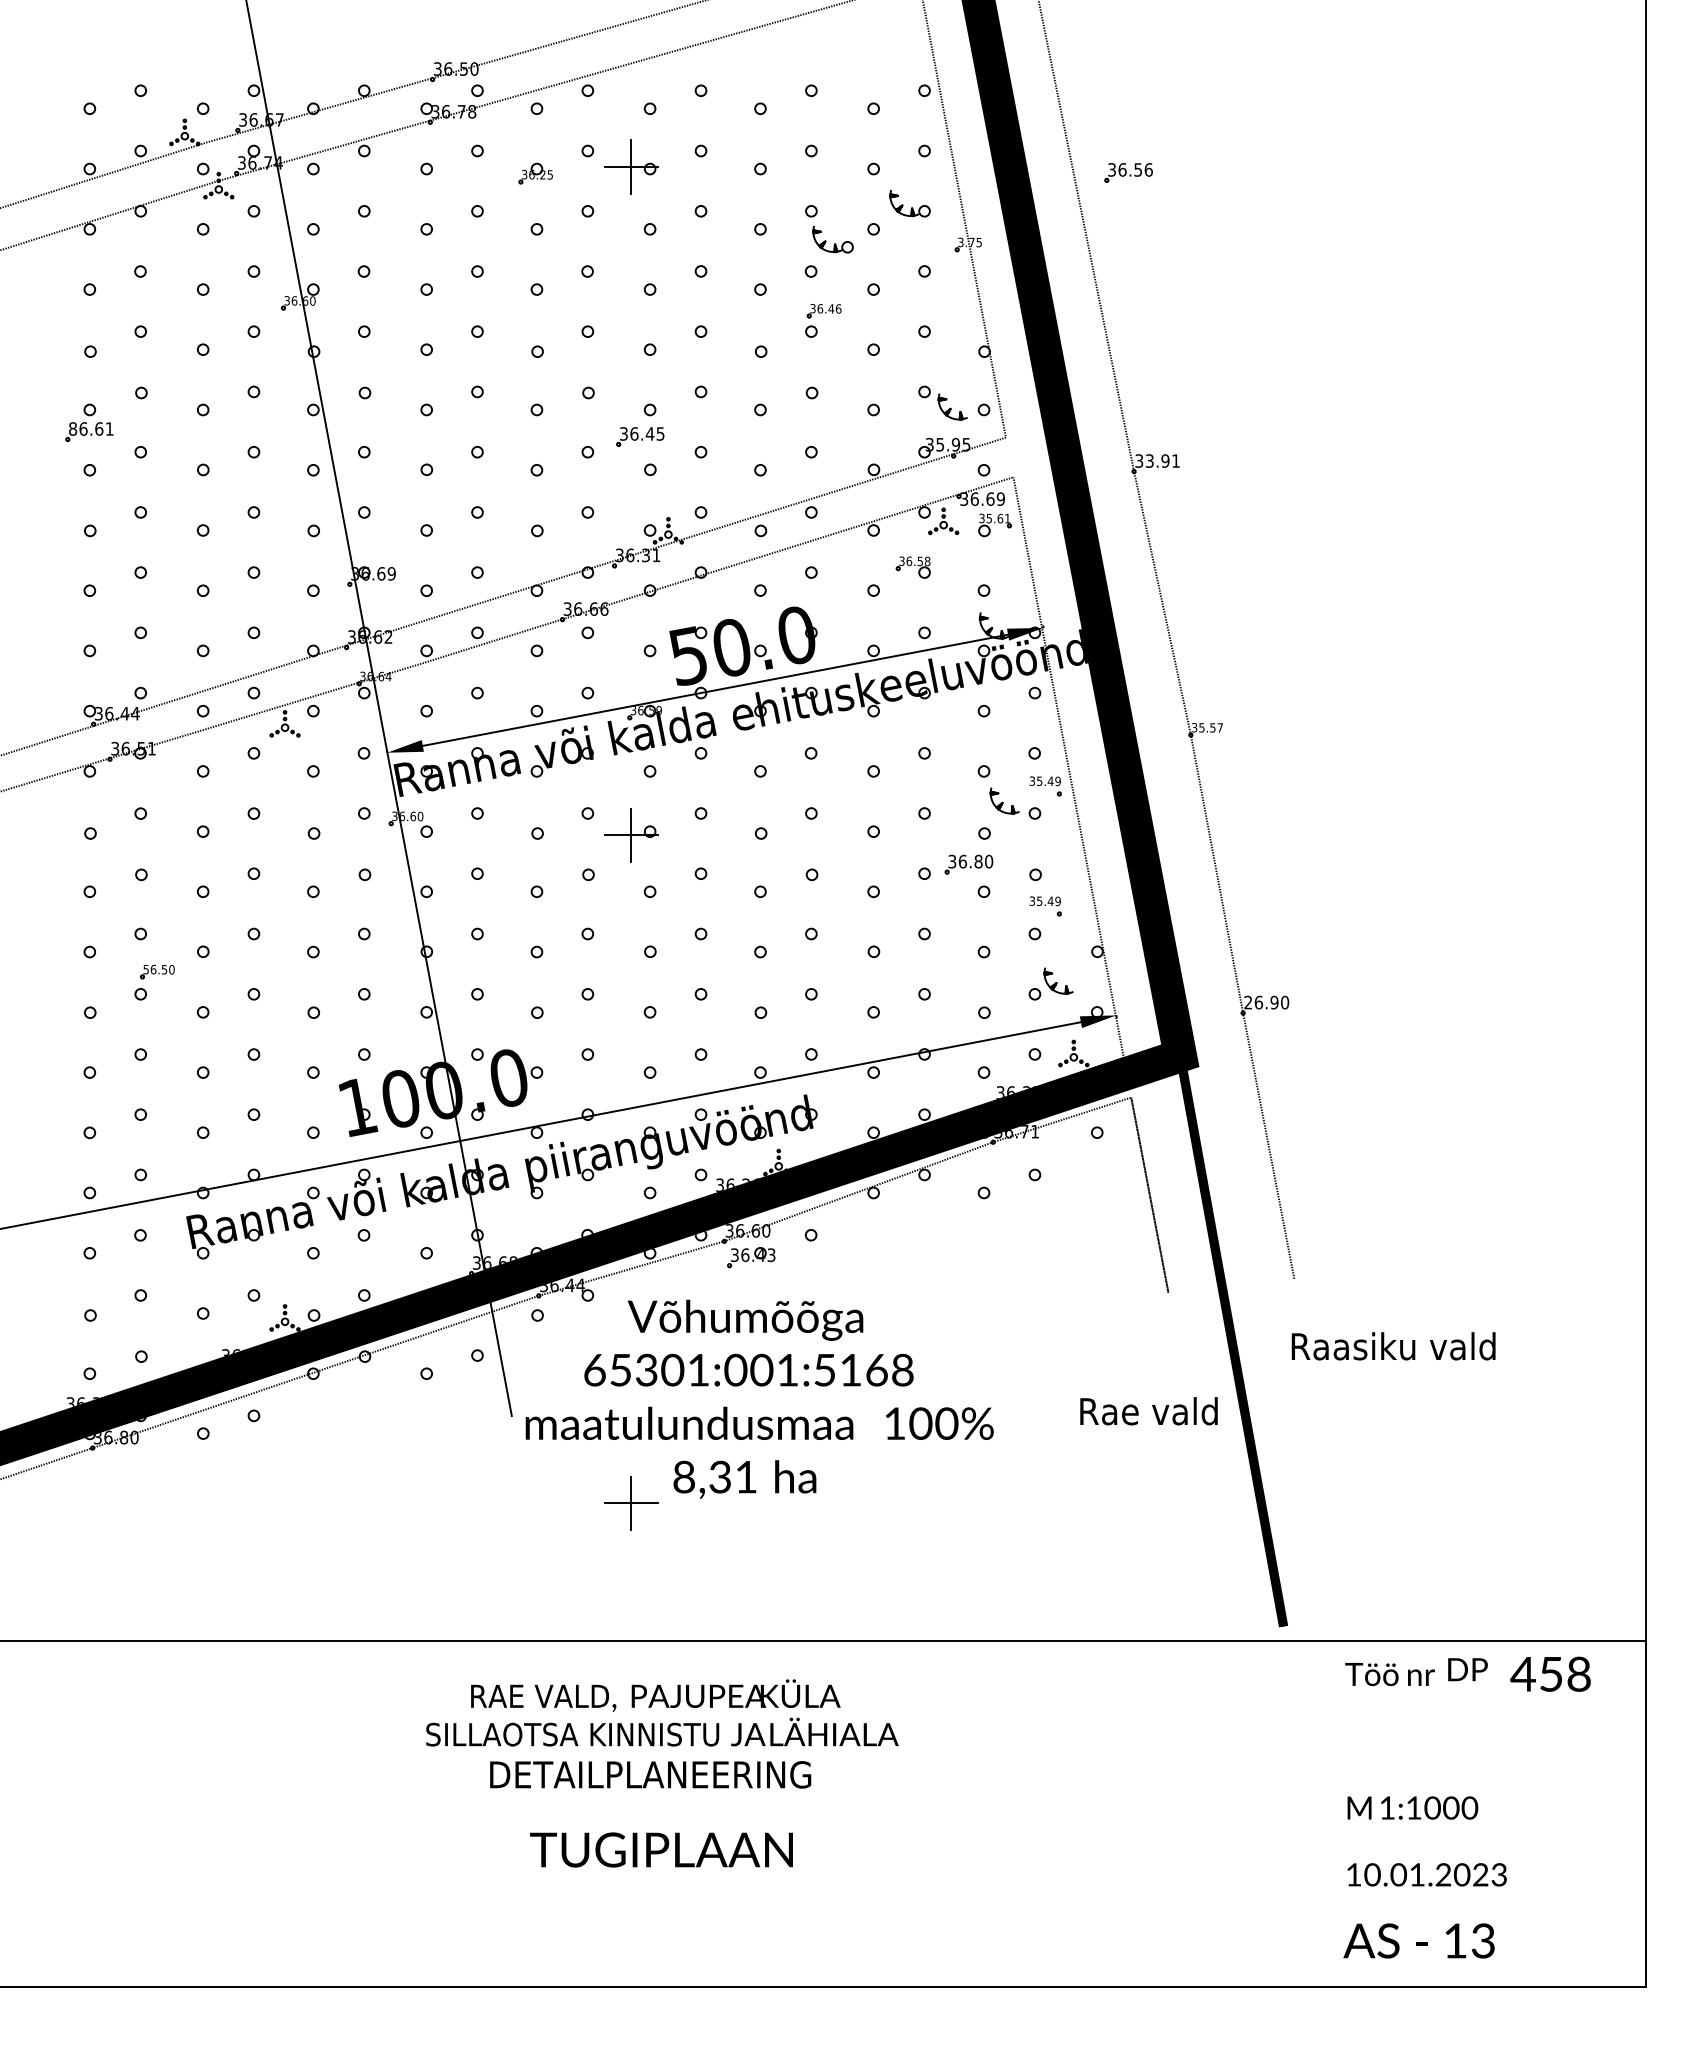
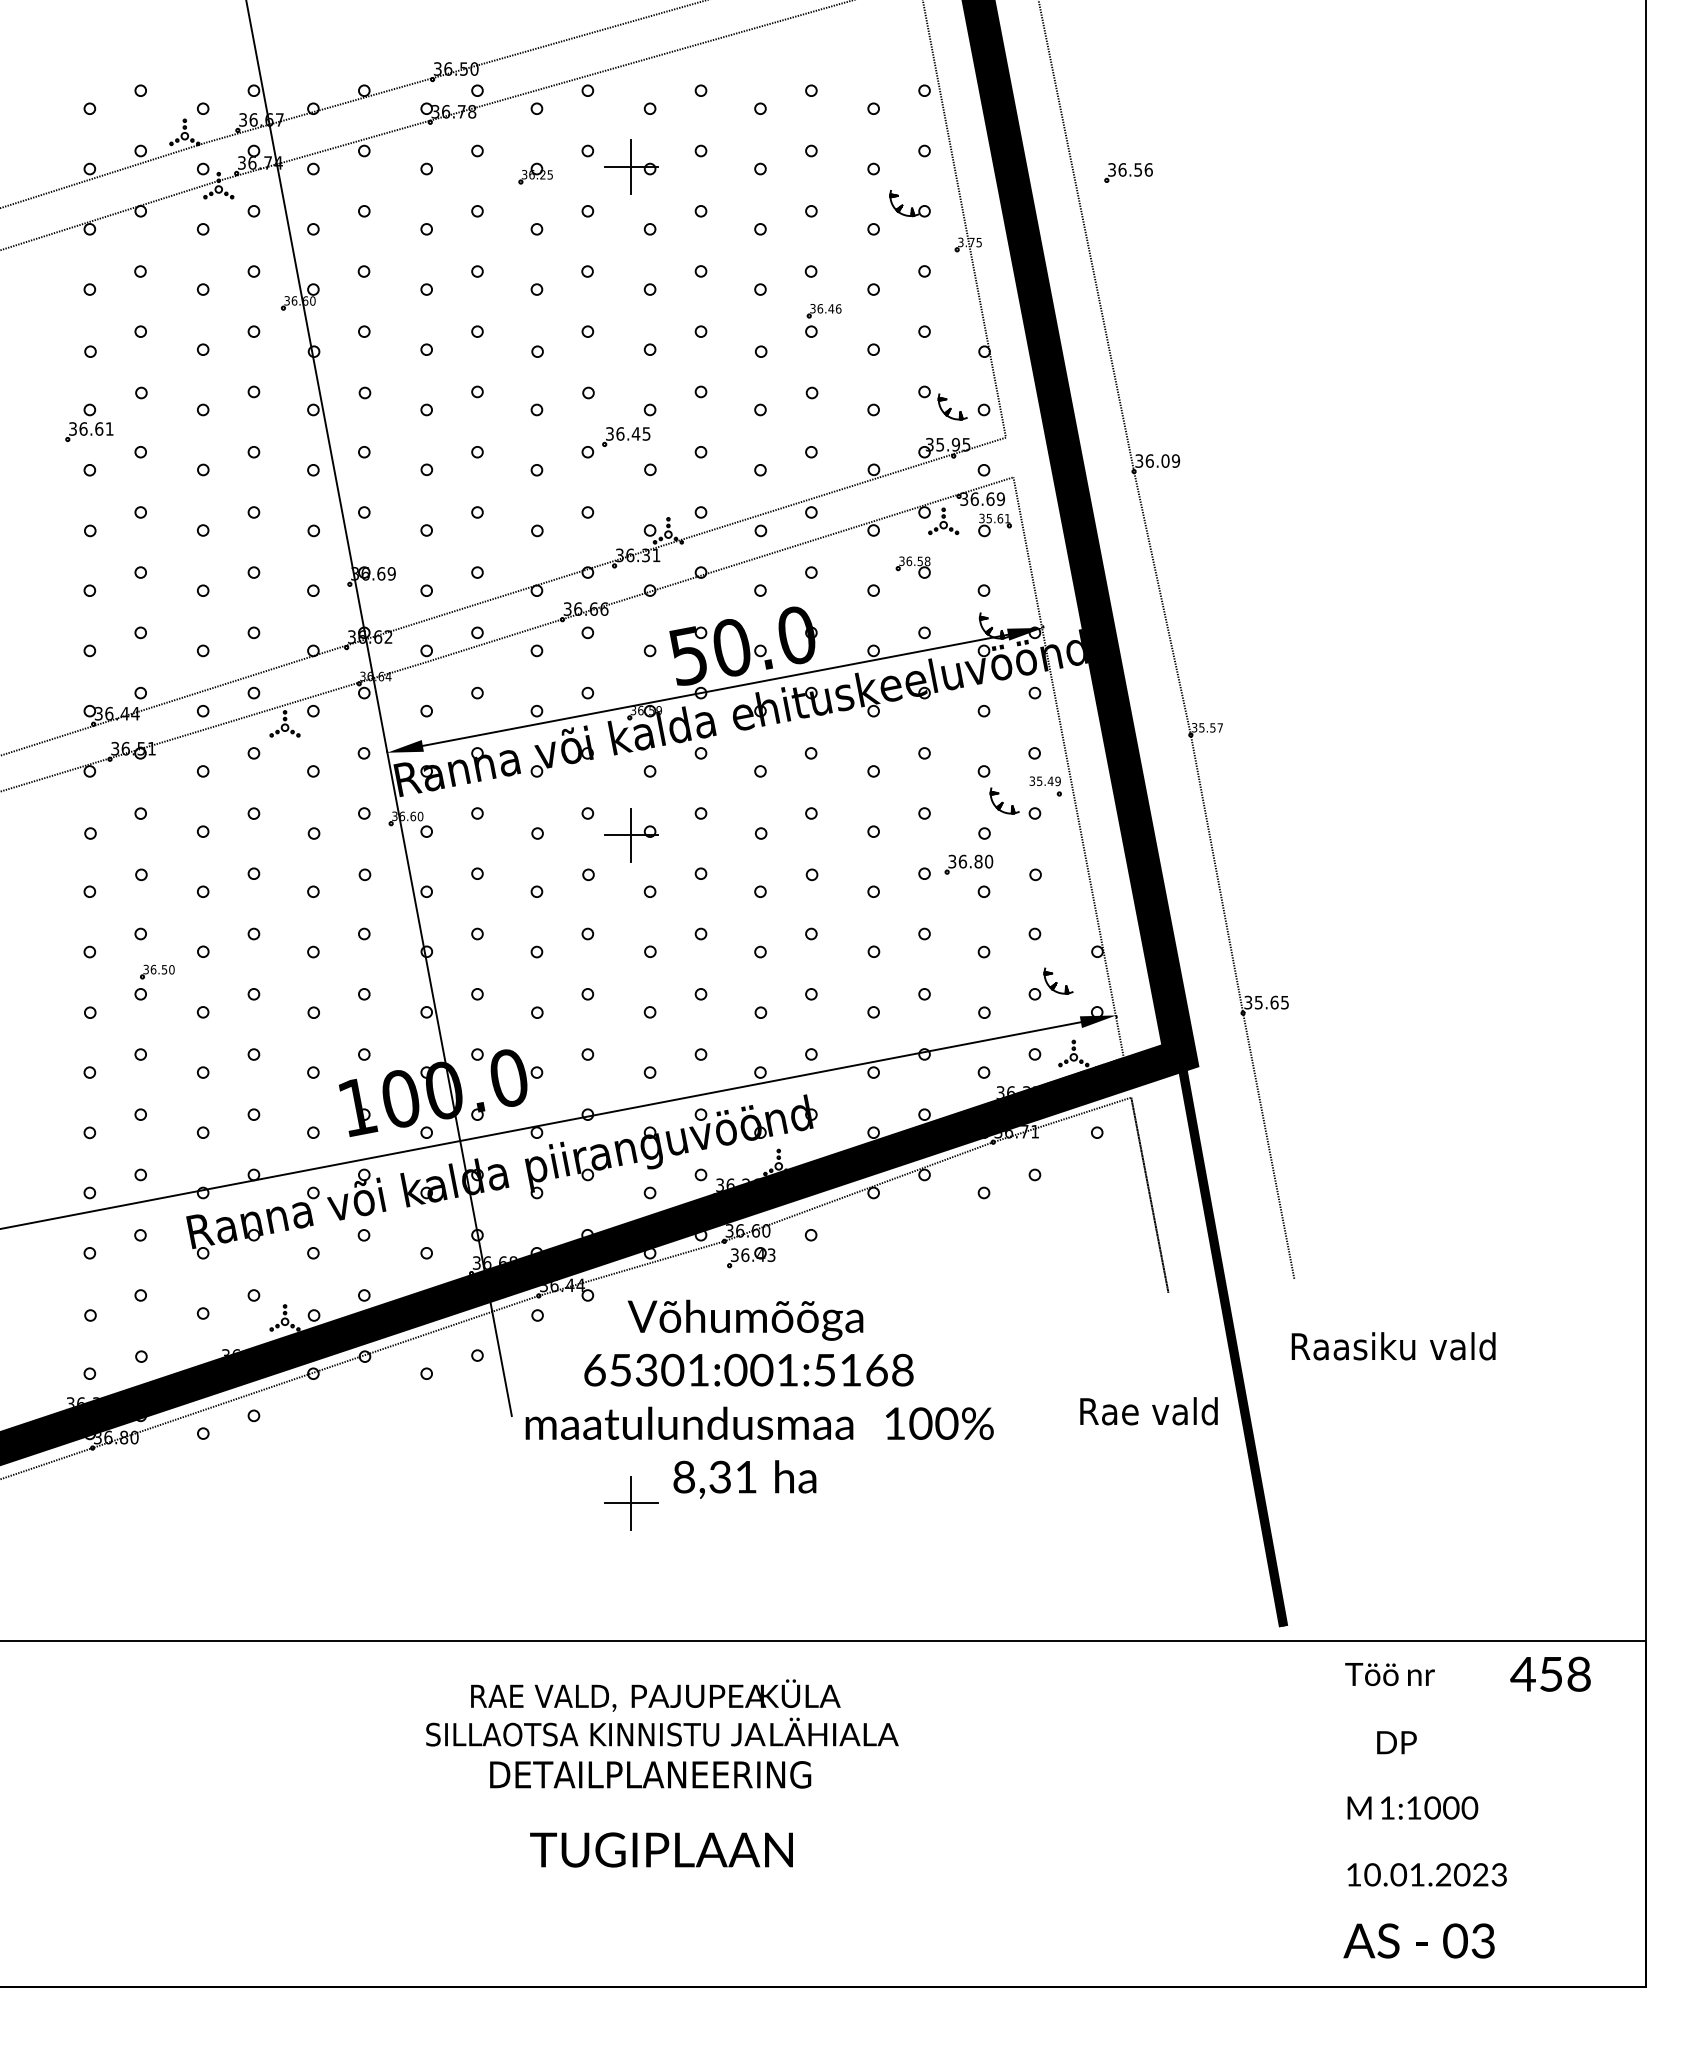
part at (832, 239): present -> none
text at (73, 428): 86.61 -> 36.61
part at (640, 436) position: (640, 436) -> (626, 436)
text at (1162, 460): 33.91 -> 36.09
part at (1045, 906): present -> none
text at (145, 968): 56.50 -> 36.50
text at (1266, 1002): 26.90 -> 35.65
text at (1467, 1669) position: (1467, 1669) -> (1396, 1742)
text at (1455, 1940): 13 -> 03
